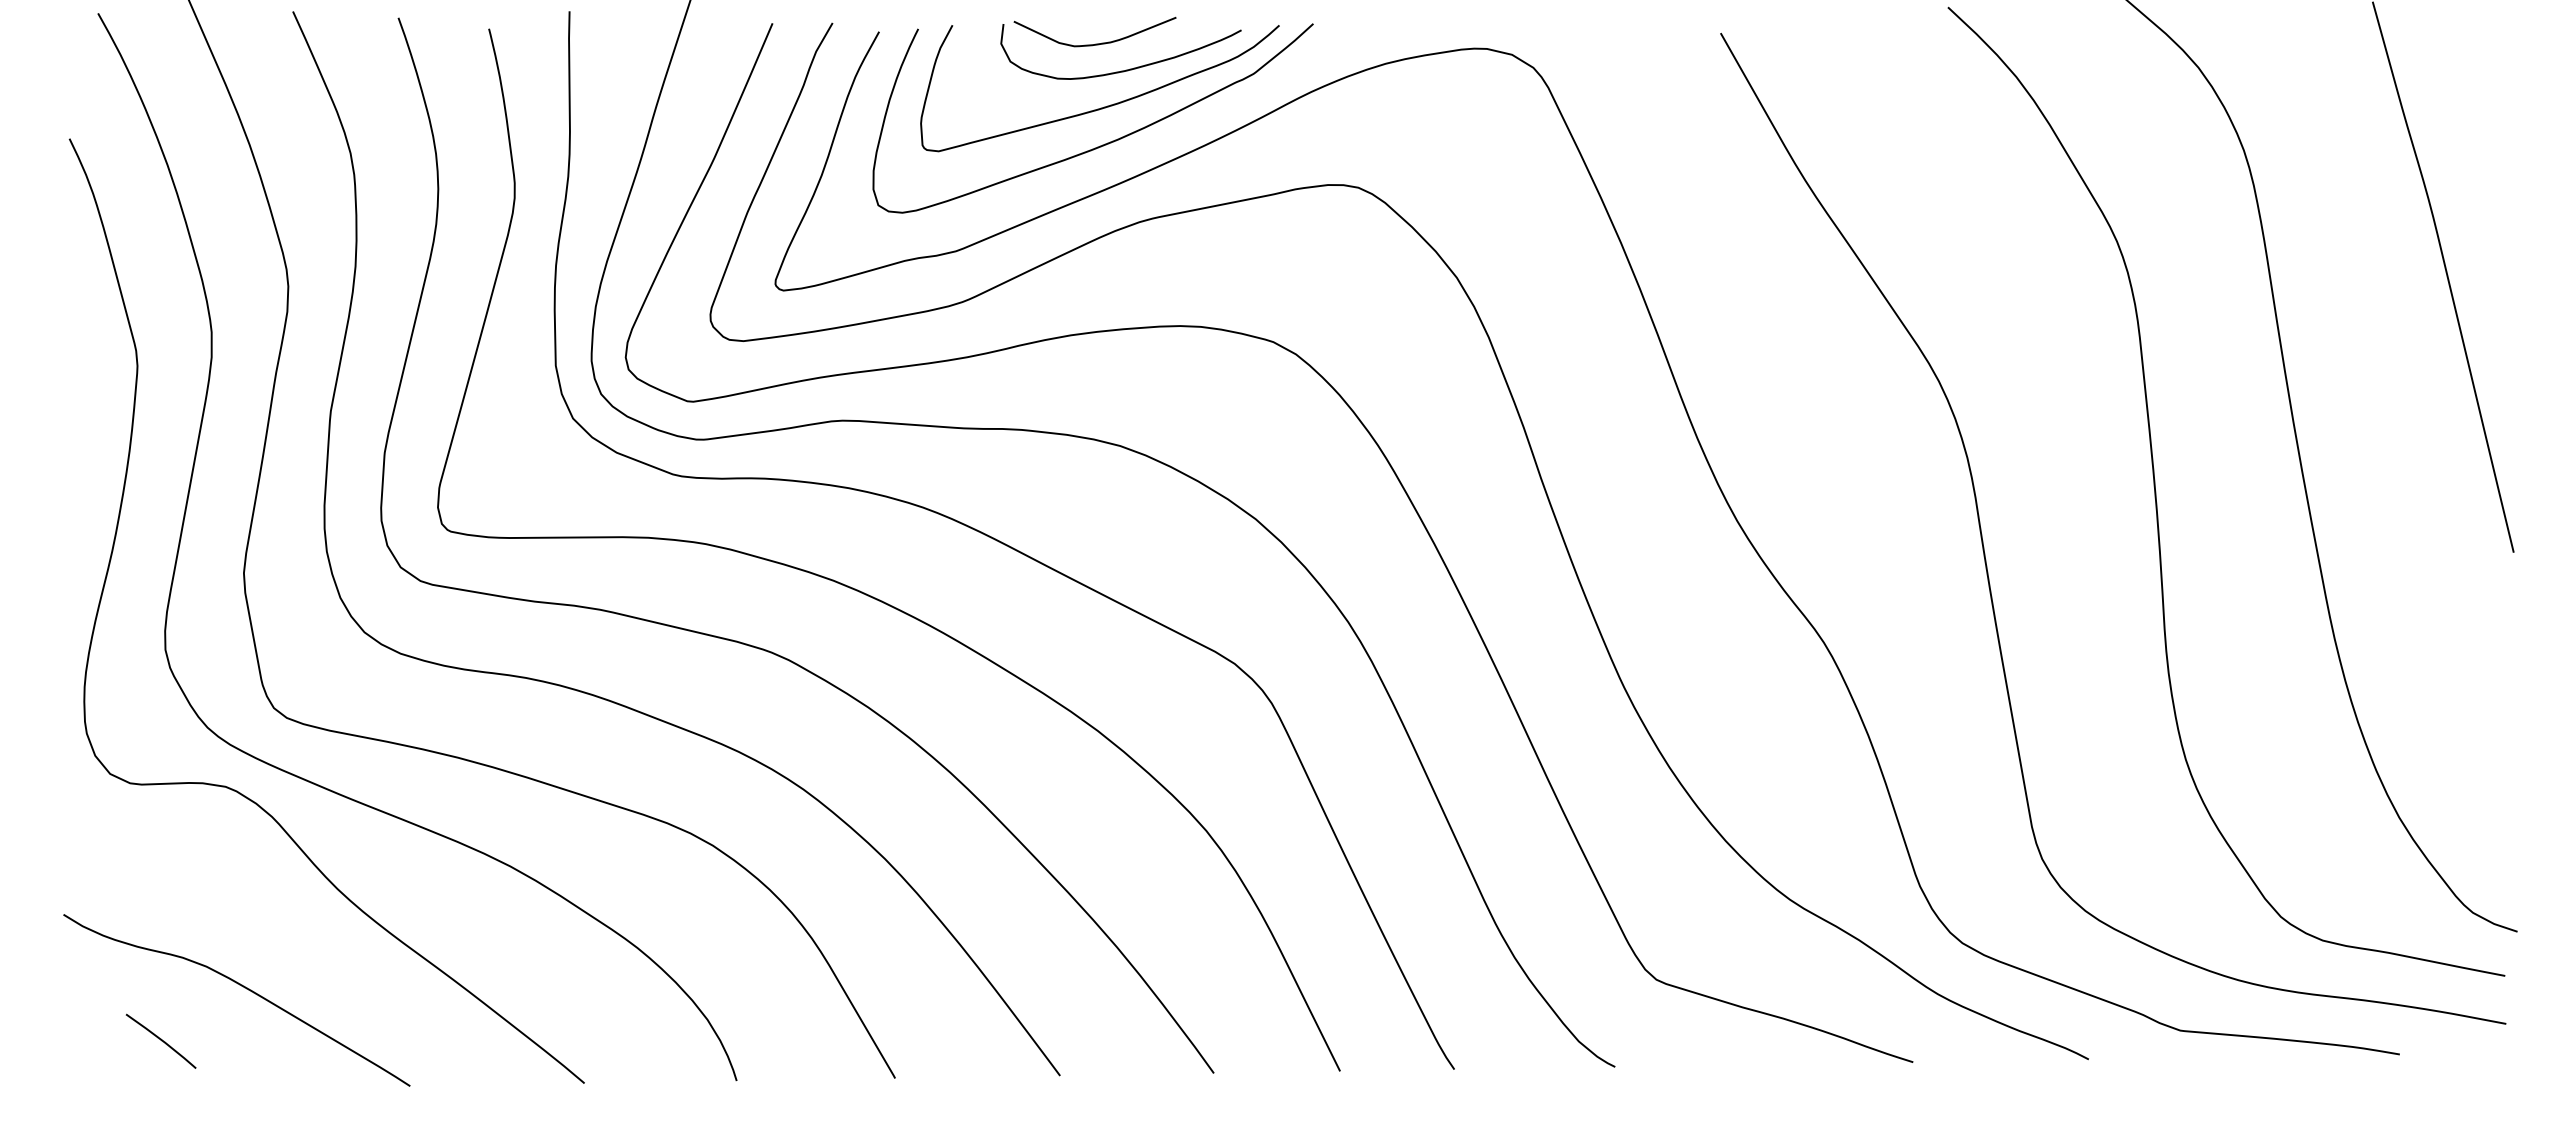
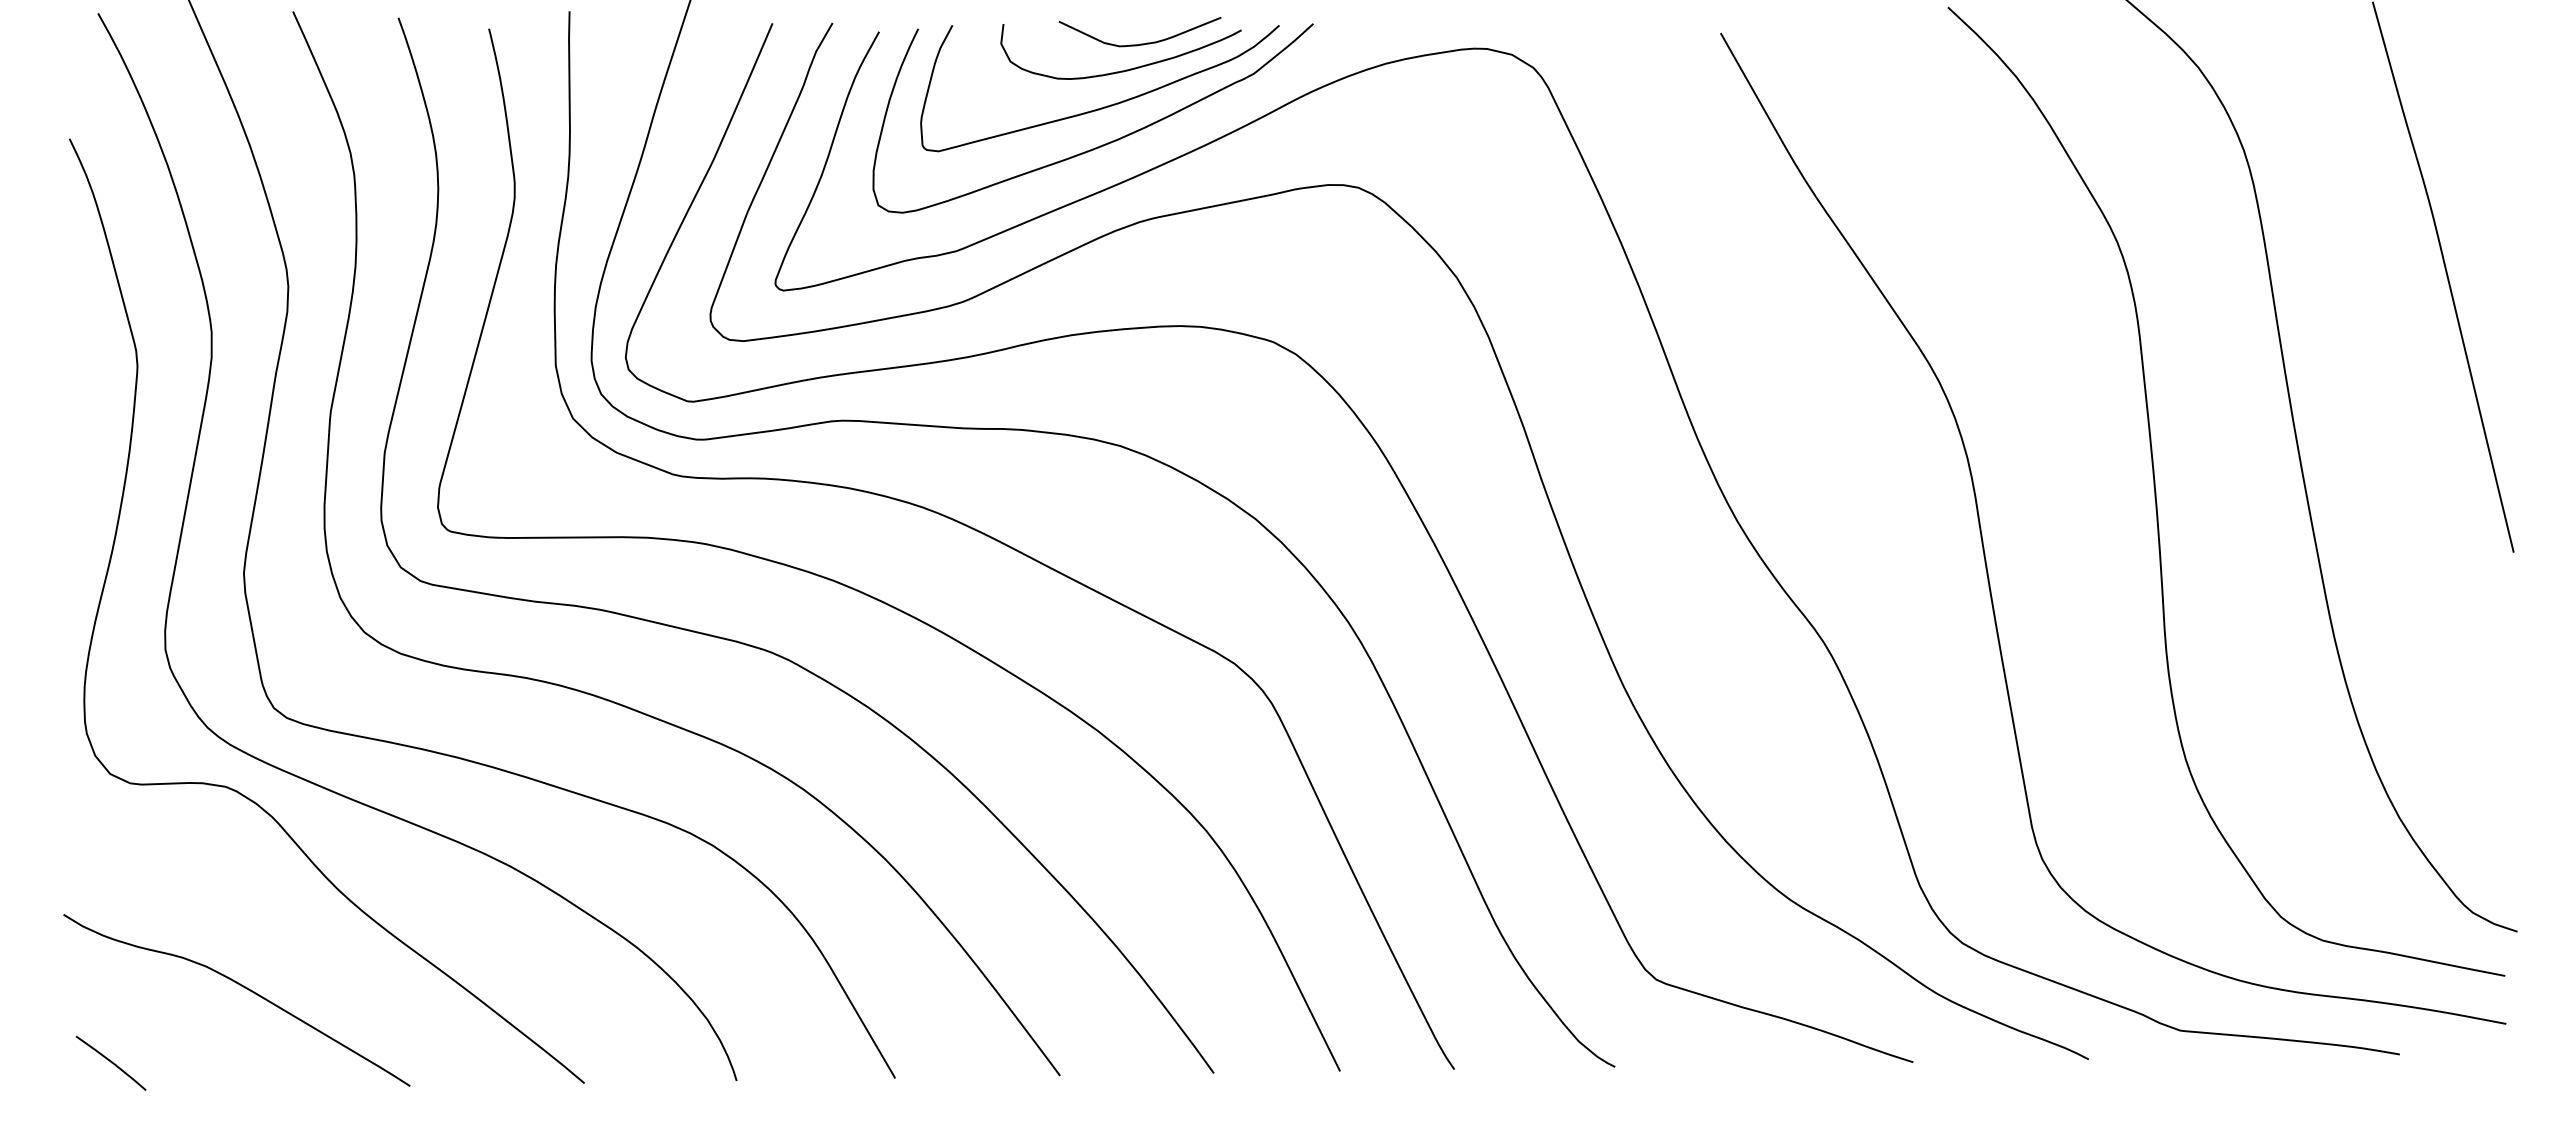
curve at (1095, 43) position: (1095, 43) -> (1140, 43)
curve at (160, 1040) position: (160, 1040) -> (110, 1062)
